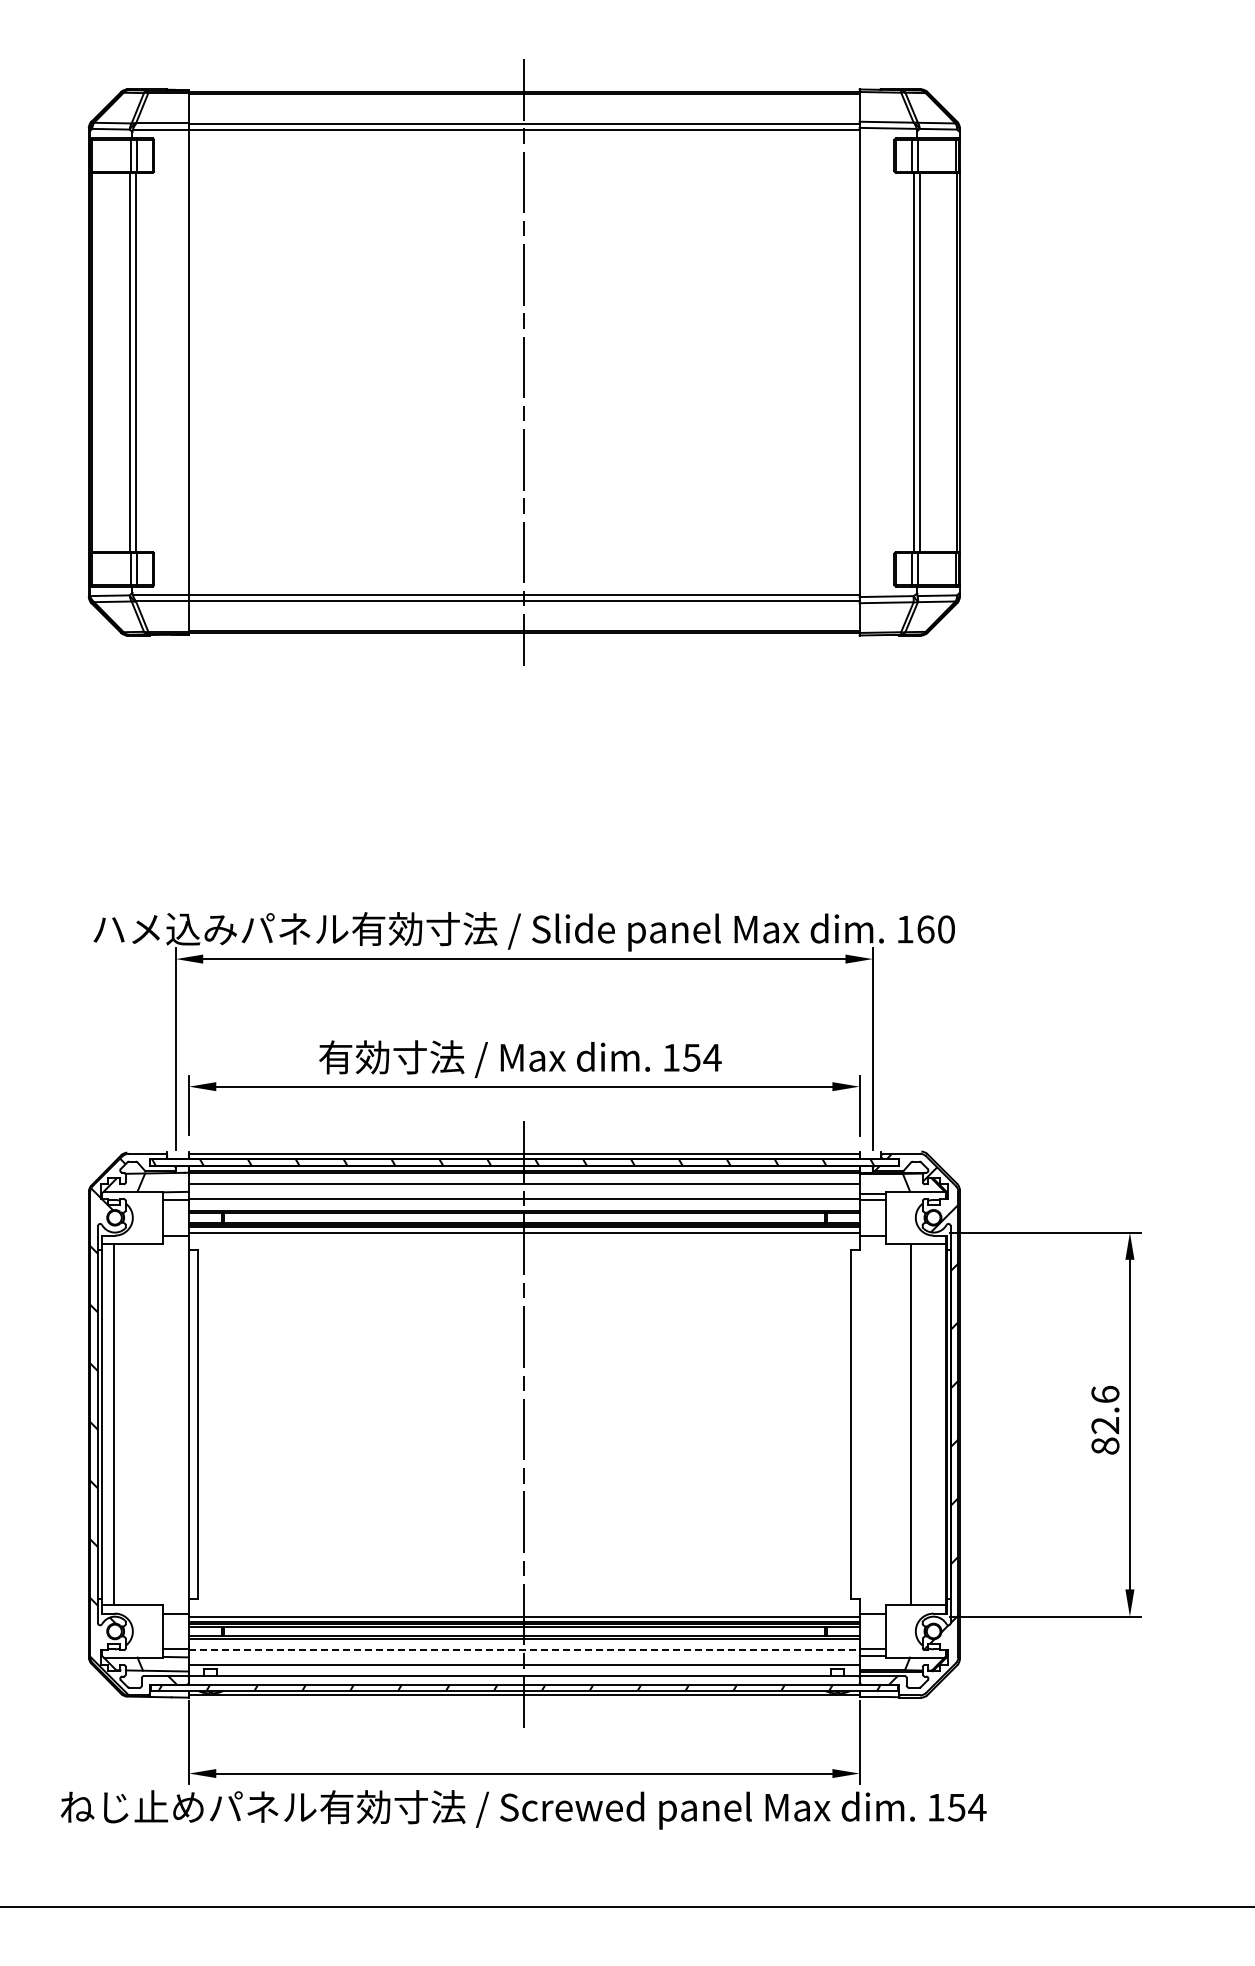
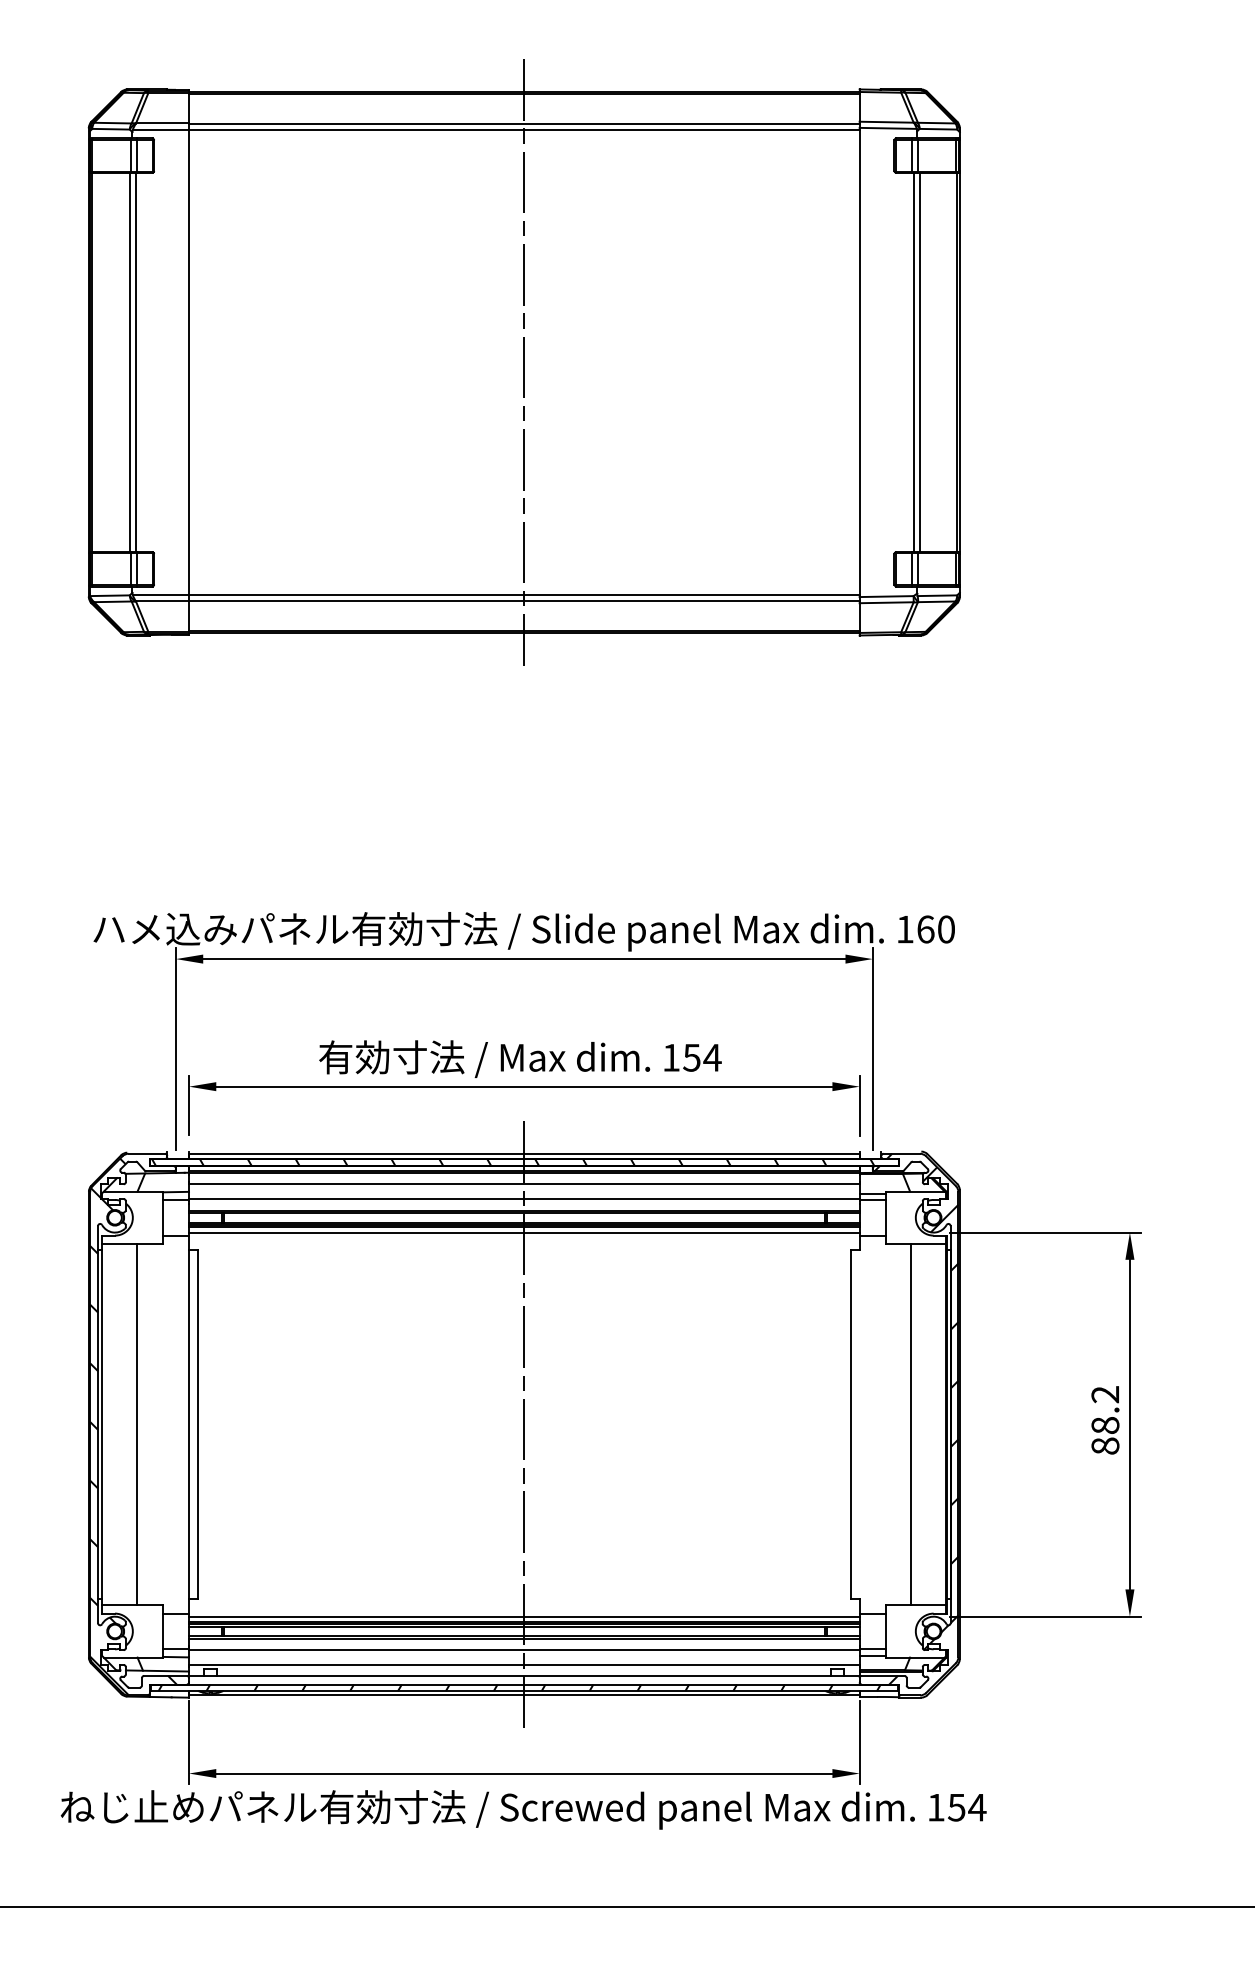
text at (1105, 1409): 82.6 -> 88.2
line at (113, 1424) position: (113, 1424) -> (136, 1424)
line at (524, 1650): dashed -> solid
